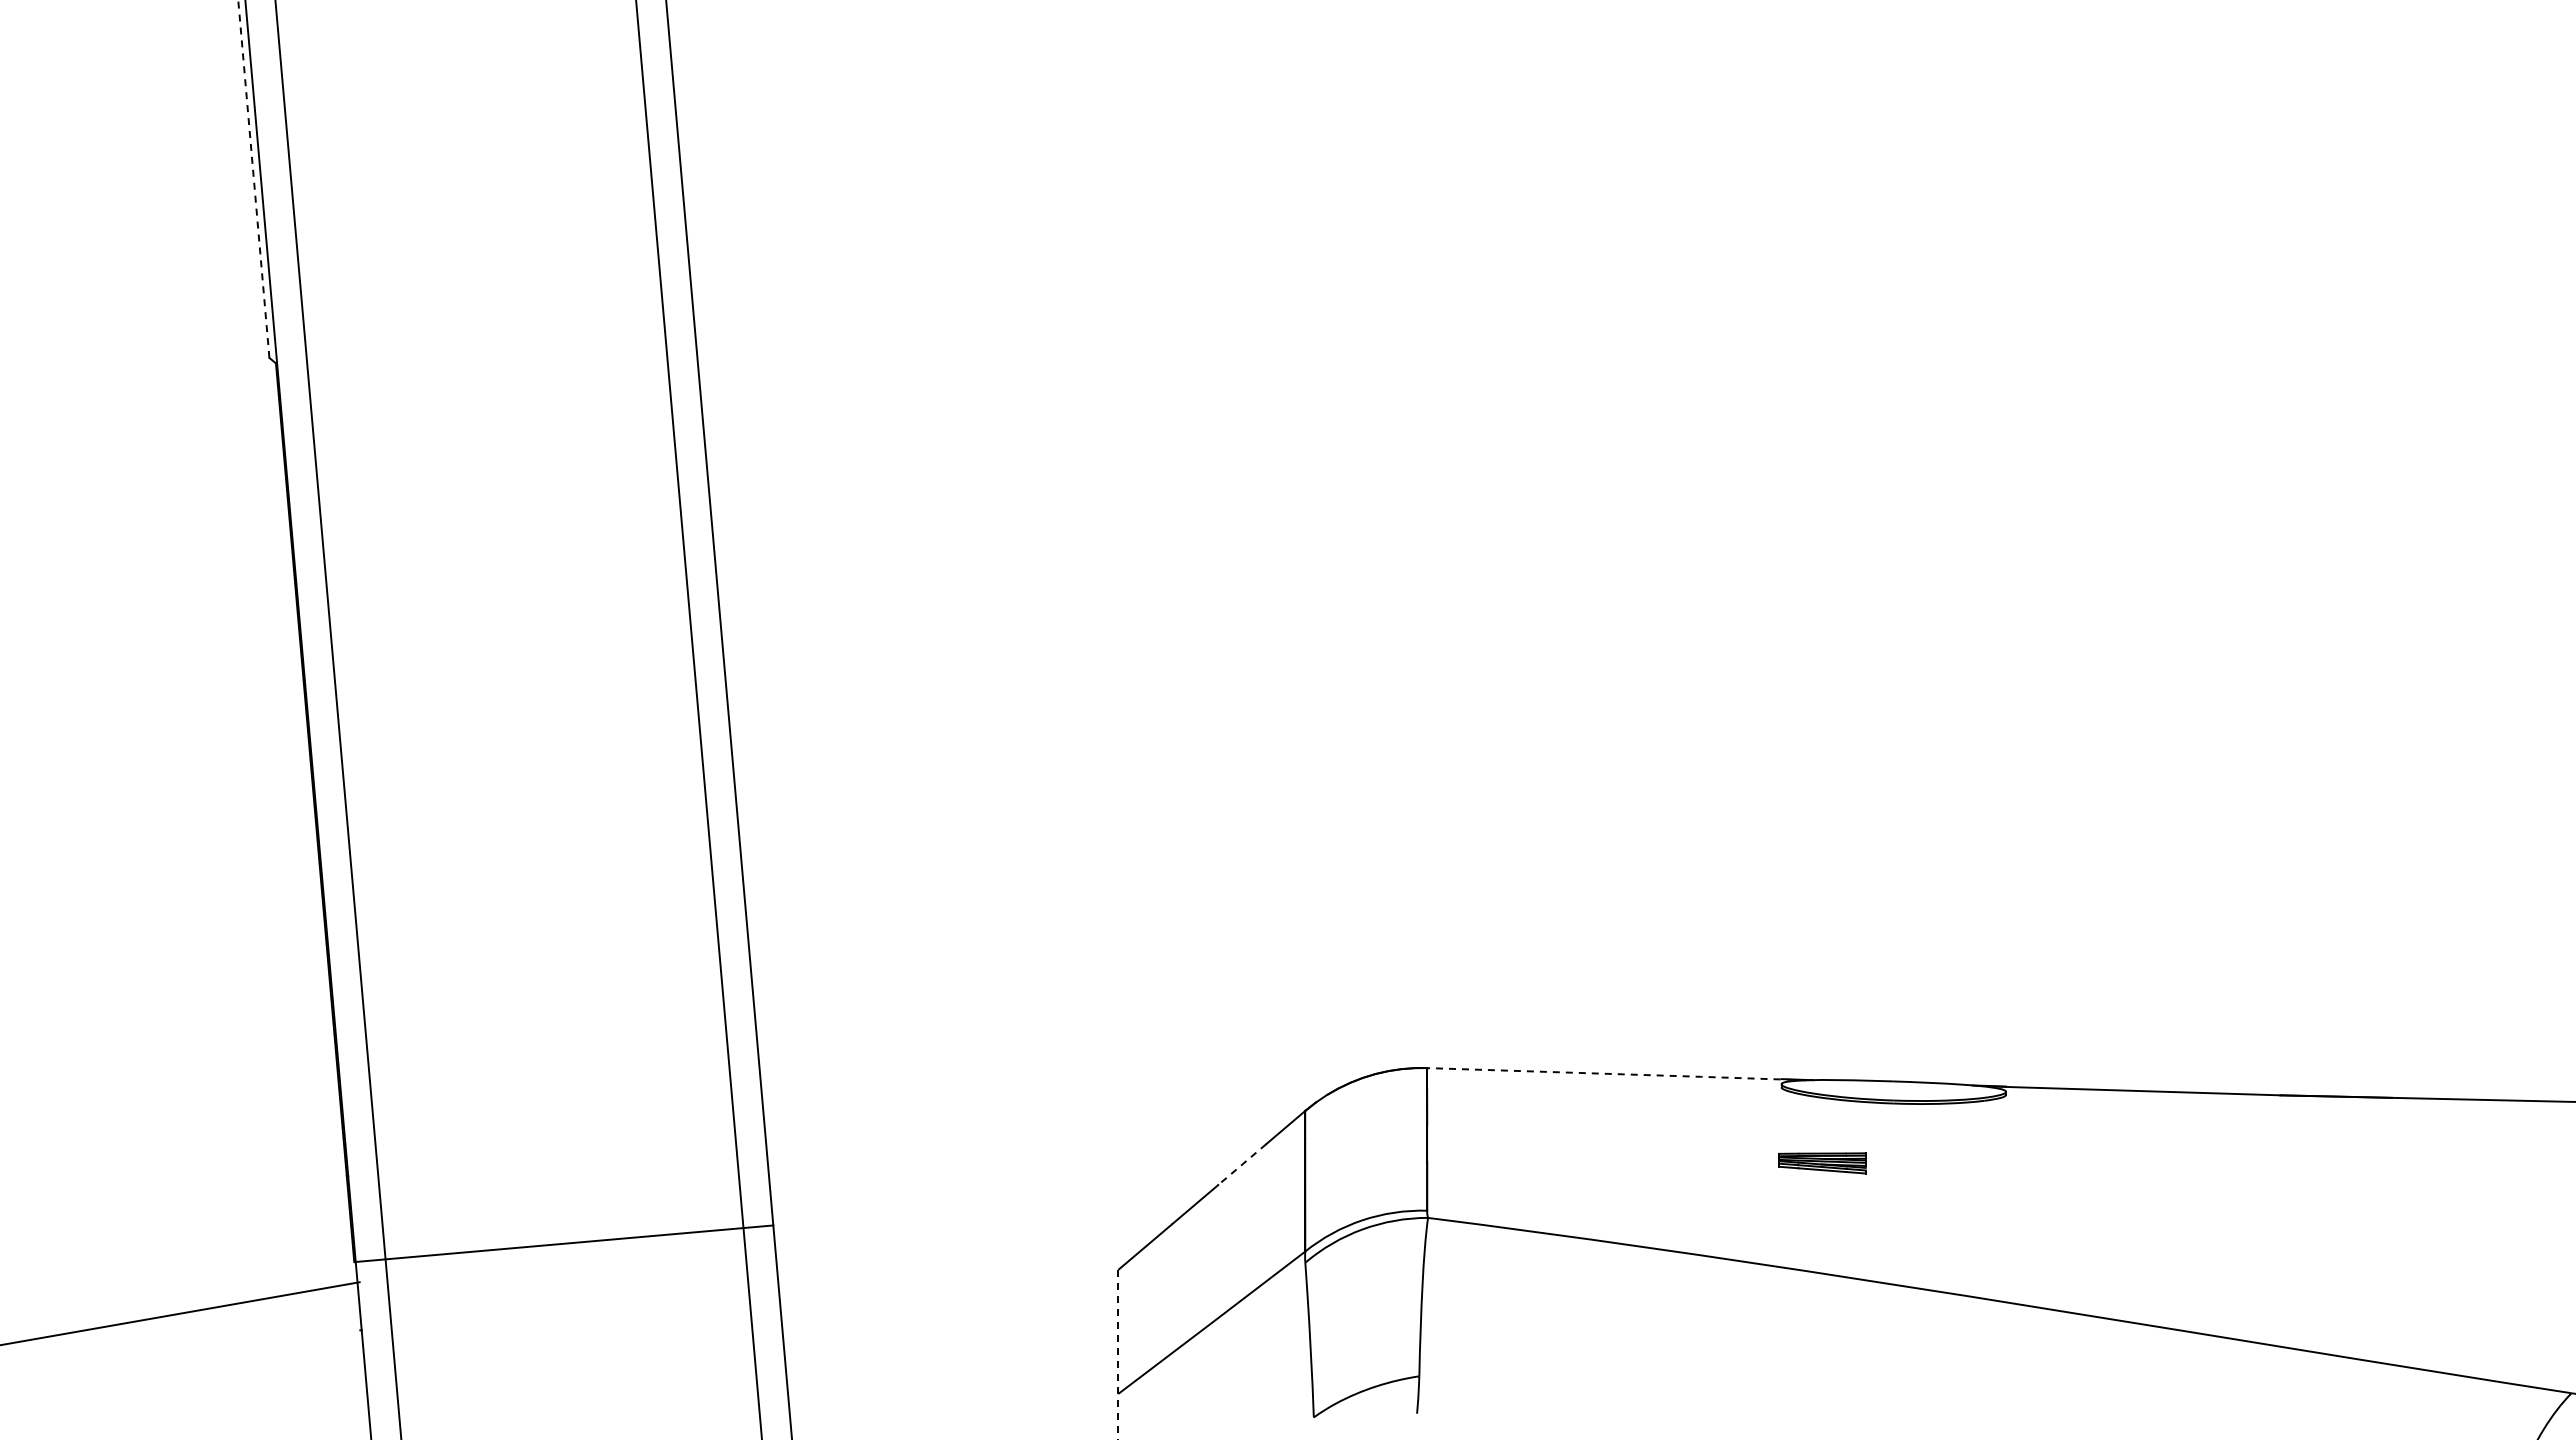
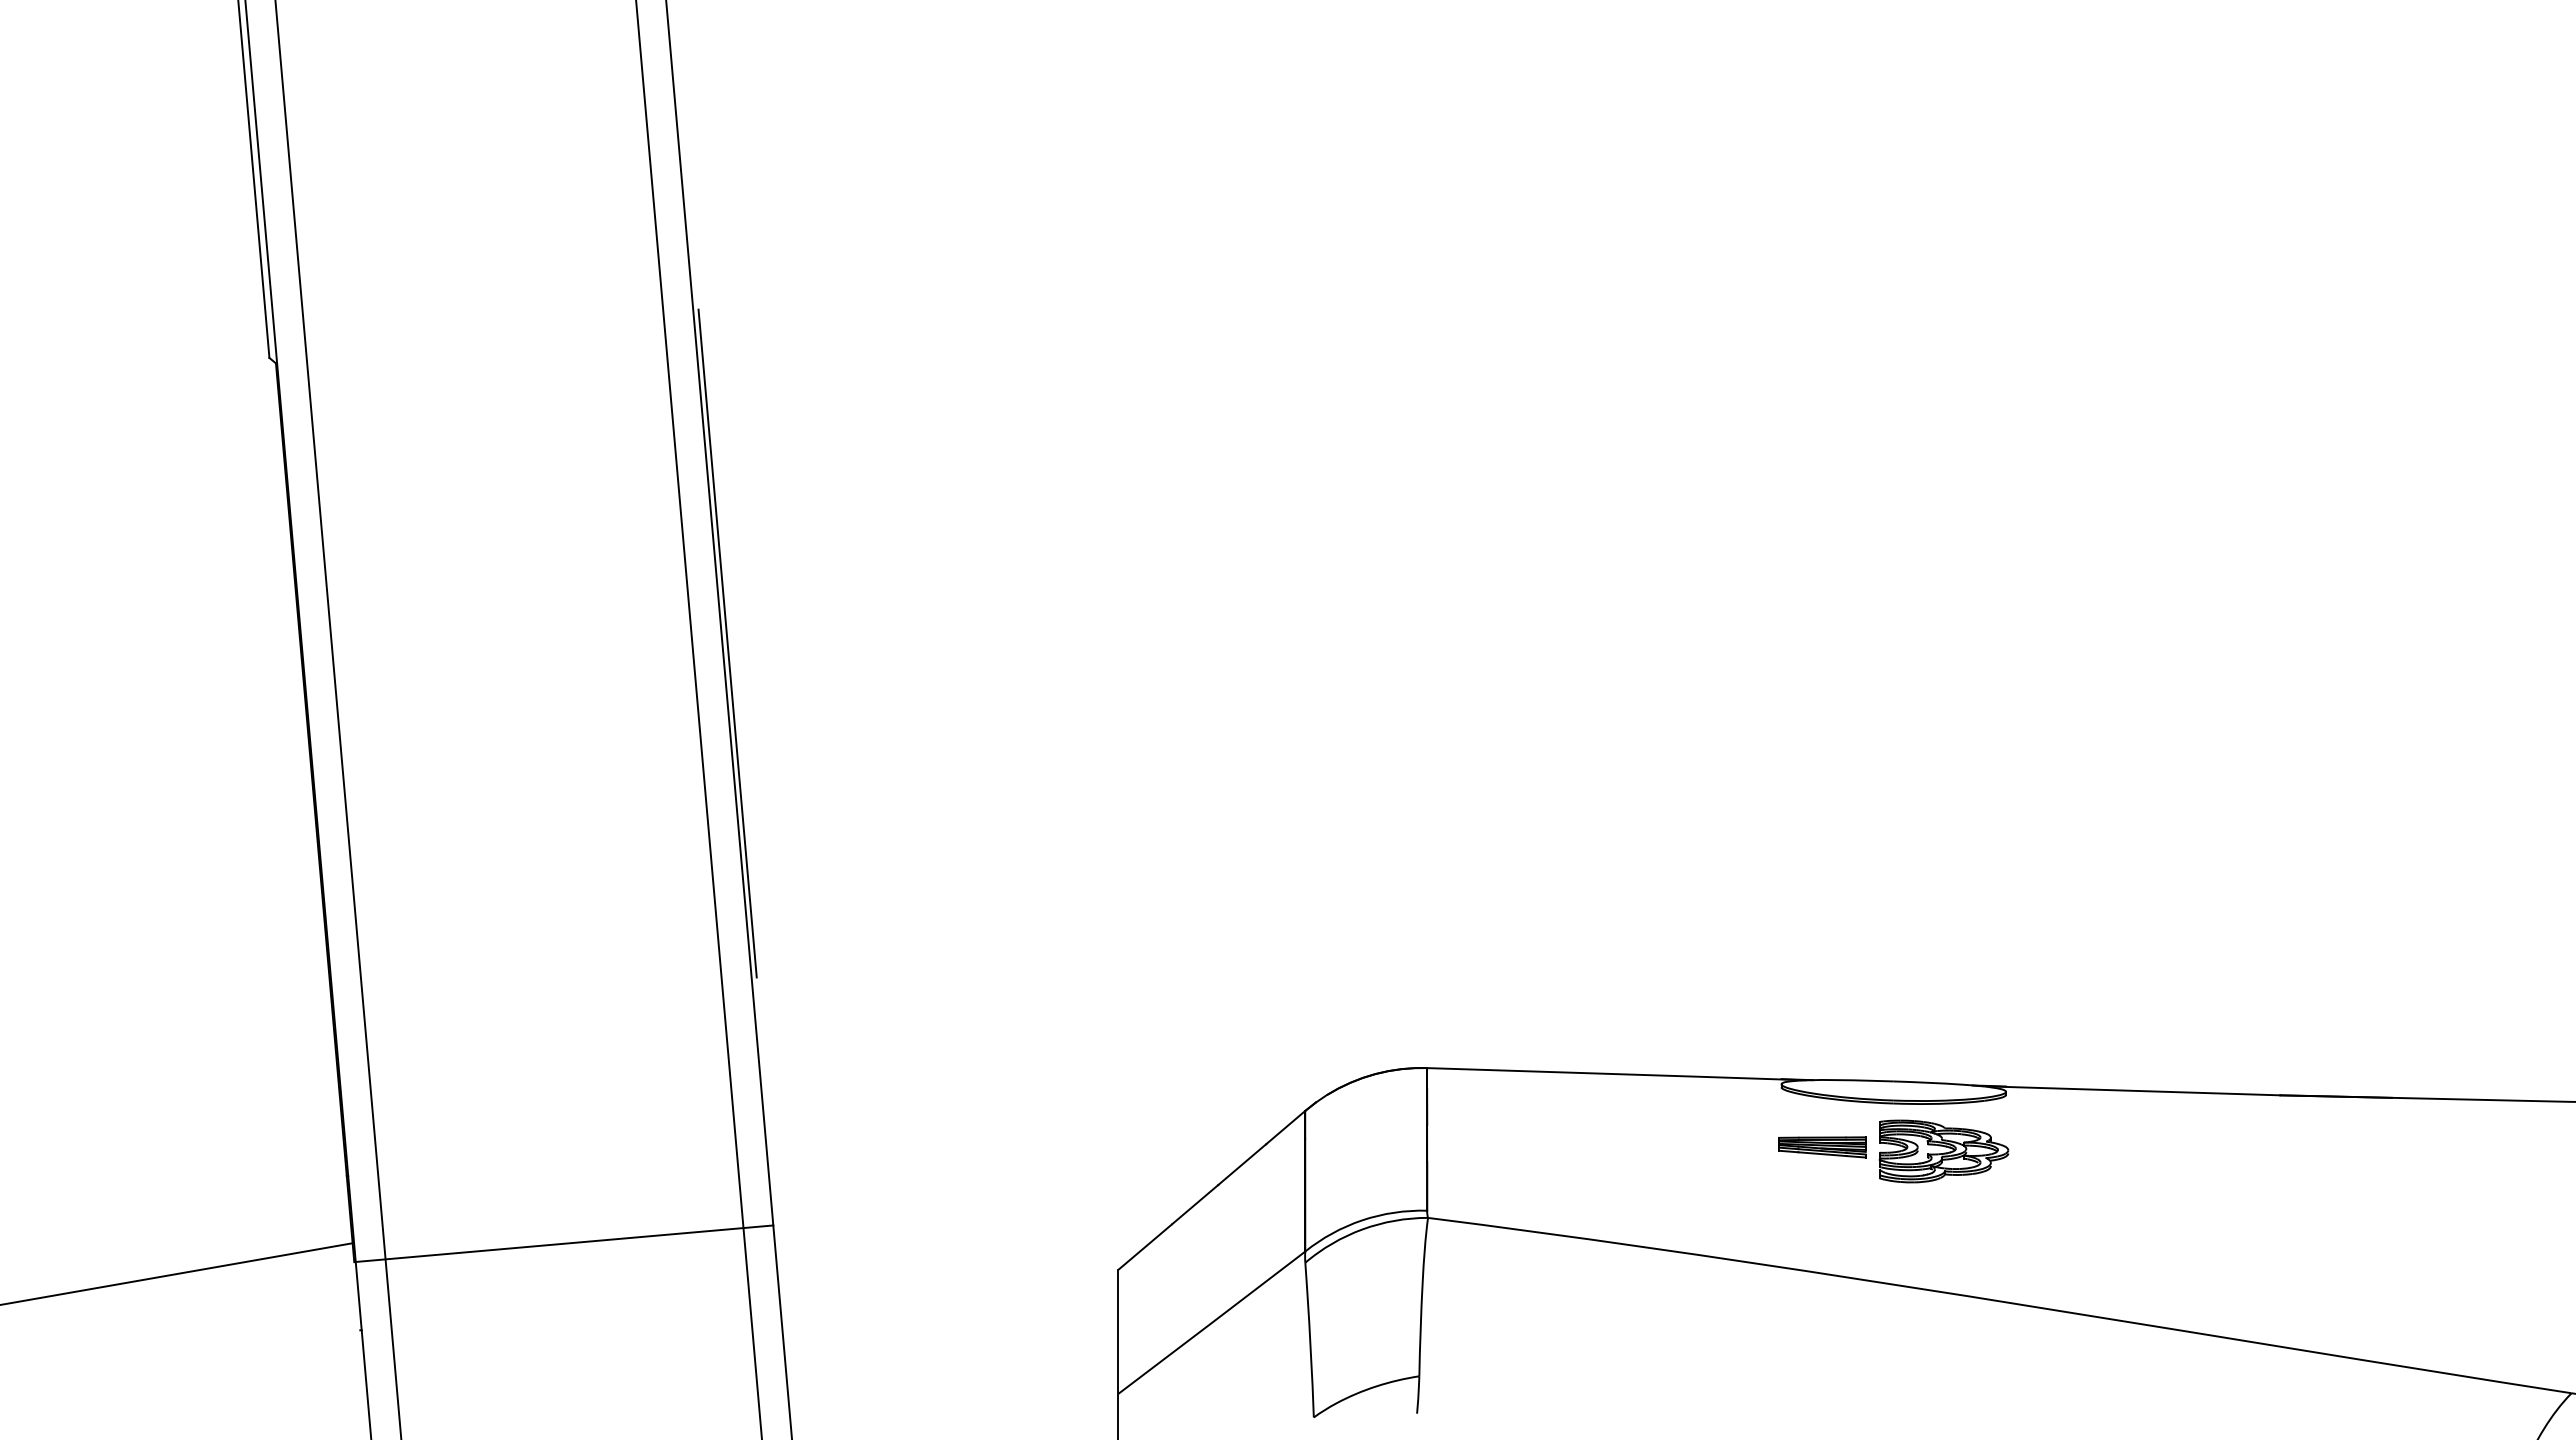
line at (253, 178): dashed -> solid
line at (727, 643): none -> present
line at (1617, 1074): dashed -> solid
part at (1943, 1151): none -> present
part at (1822, 1163) position: (1822, 1163) -> (1822, 1147)
line at (1241, 1164): dashed -> solid
line at (180, 1313) position: (180, 1313) -> (177, 1273)
line at (1118, 1355): dashed -> solid
